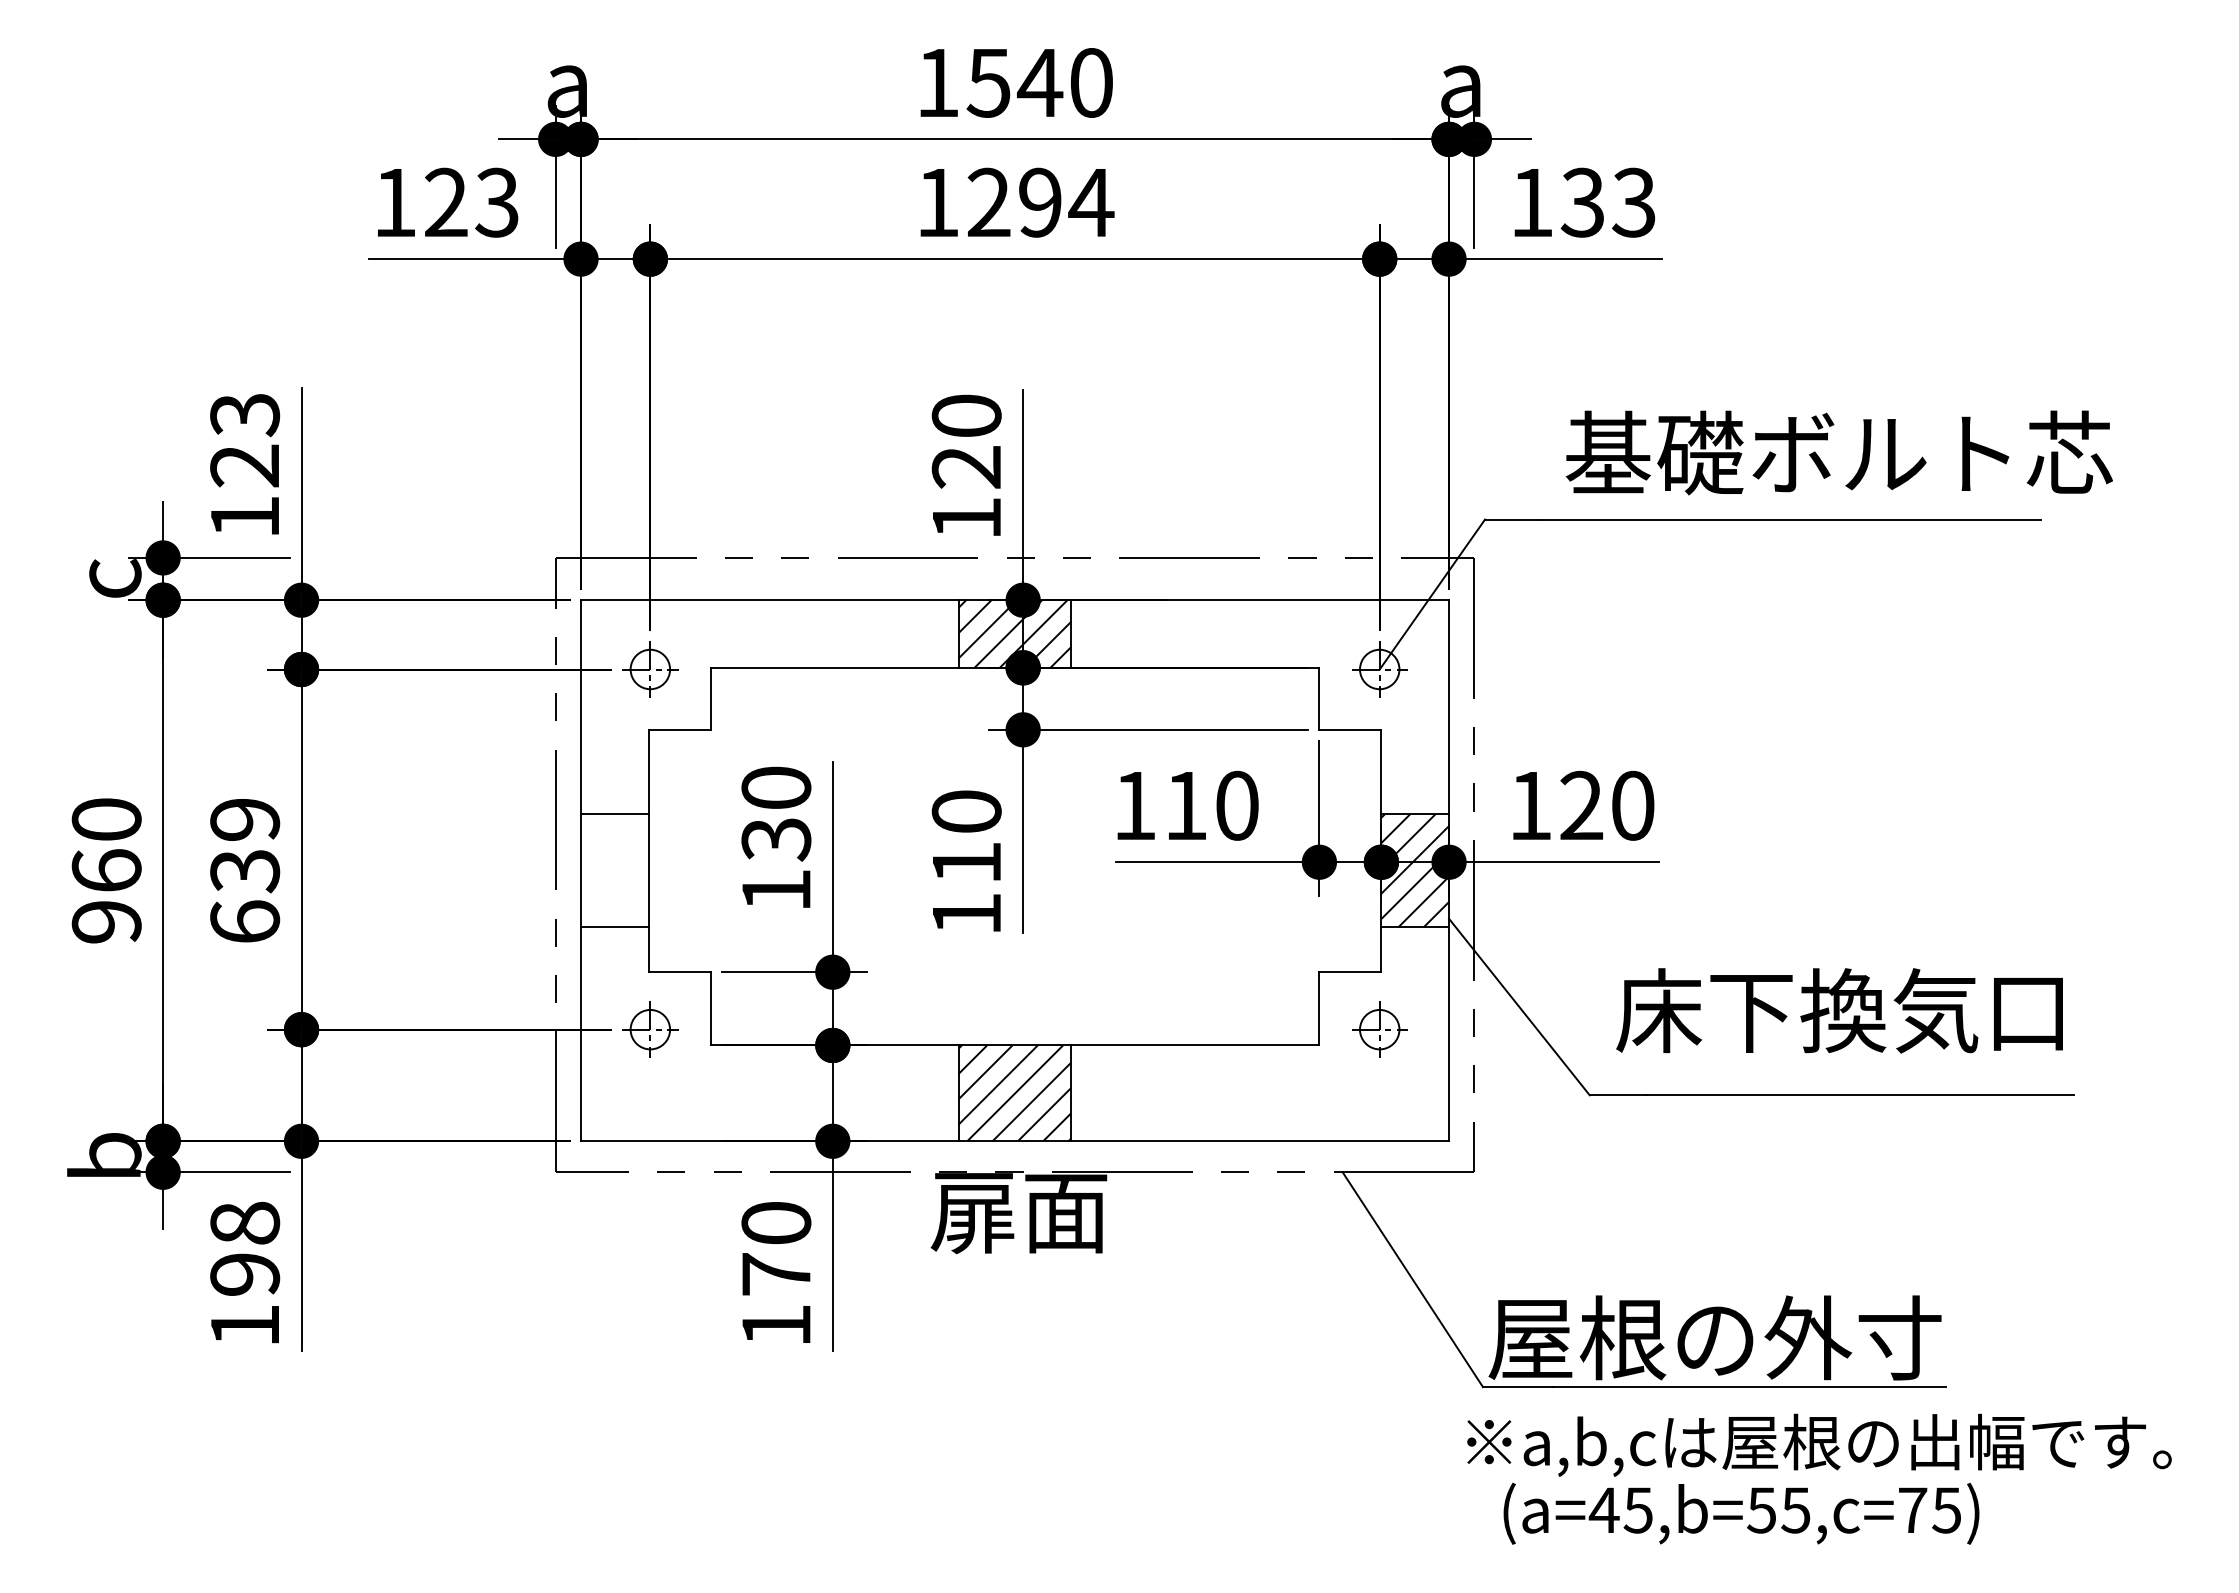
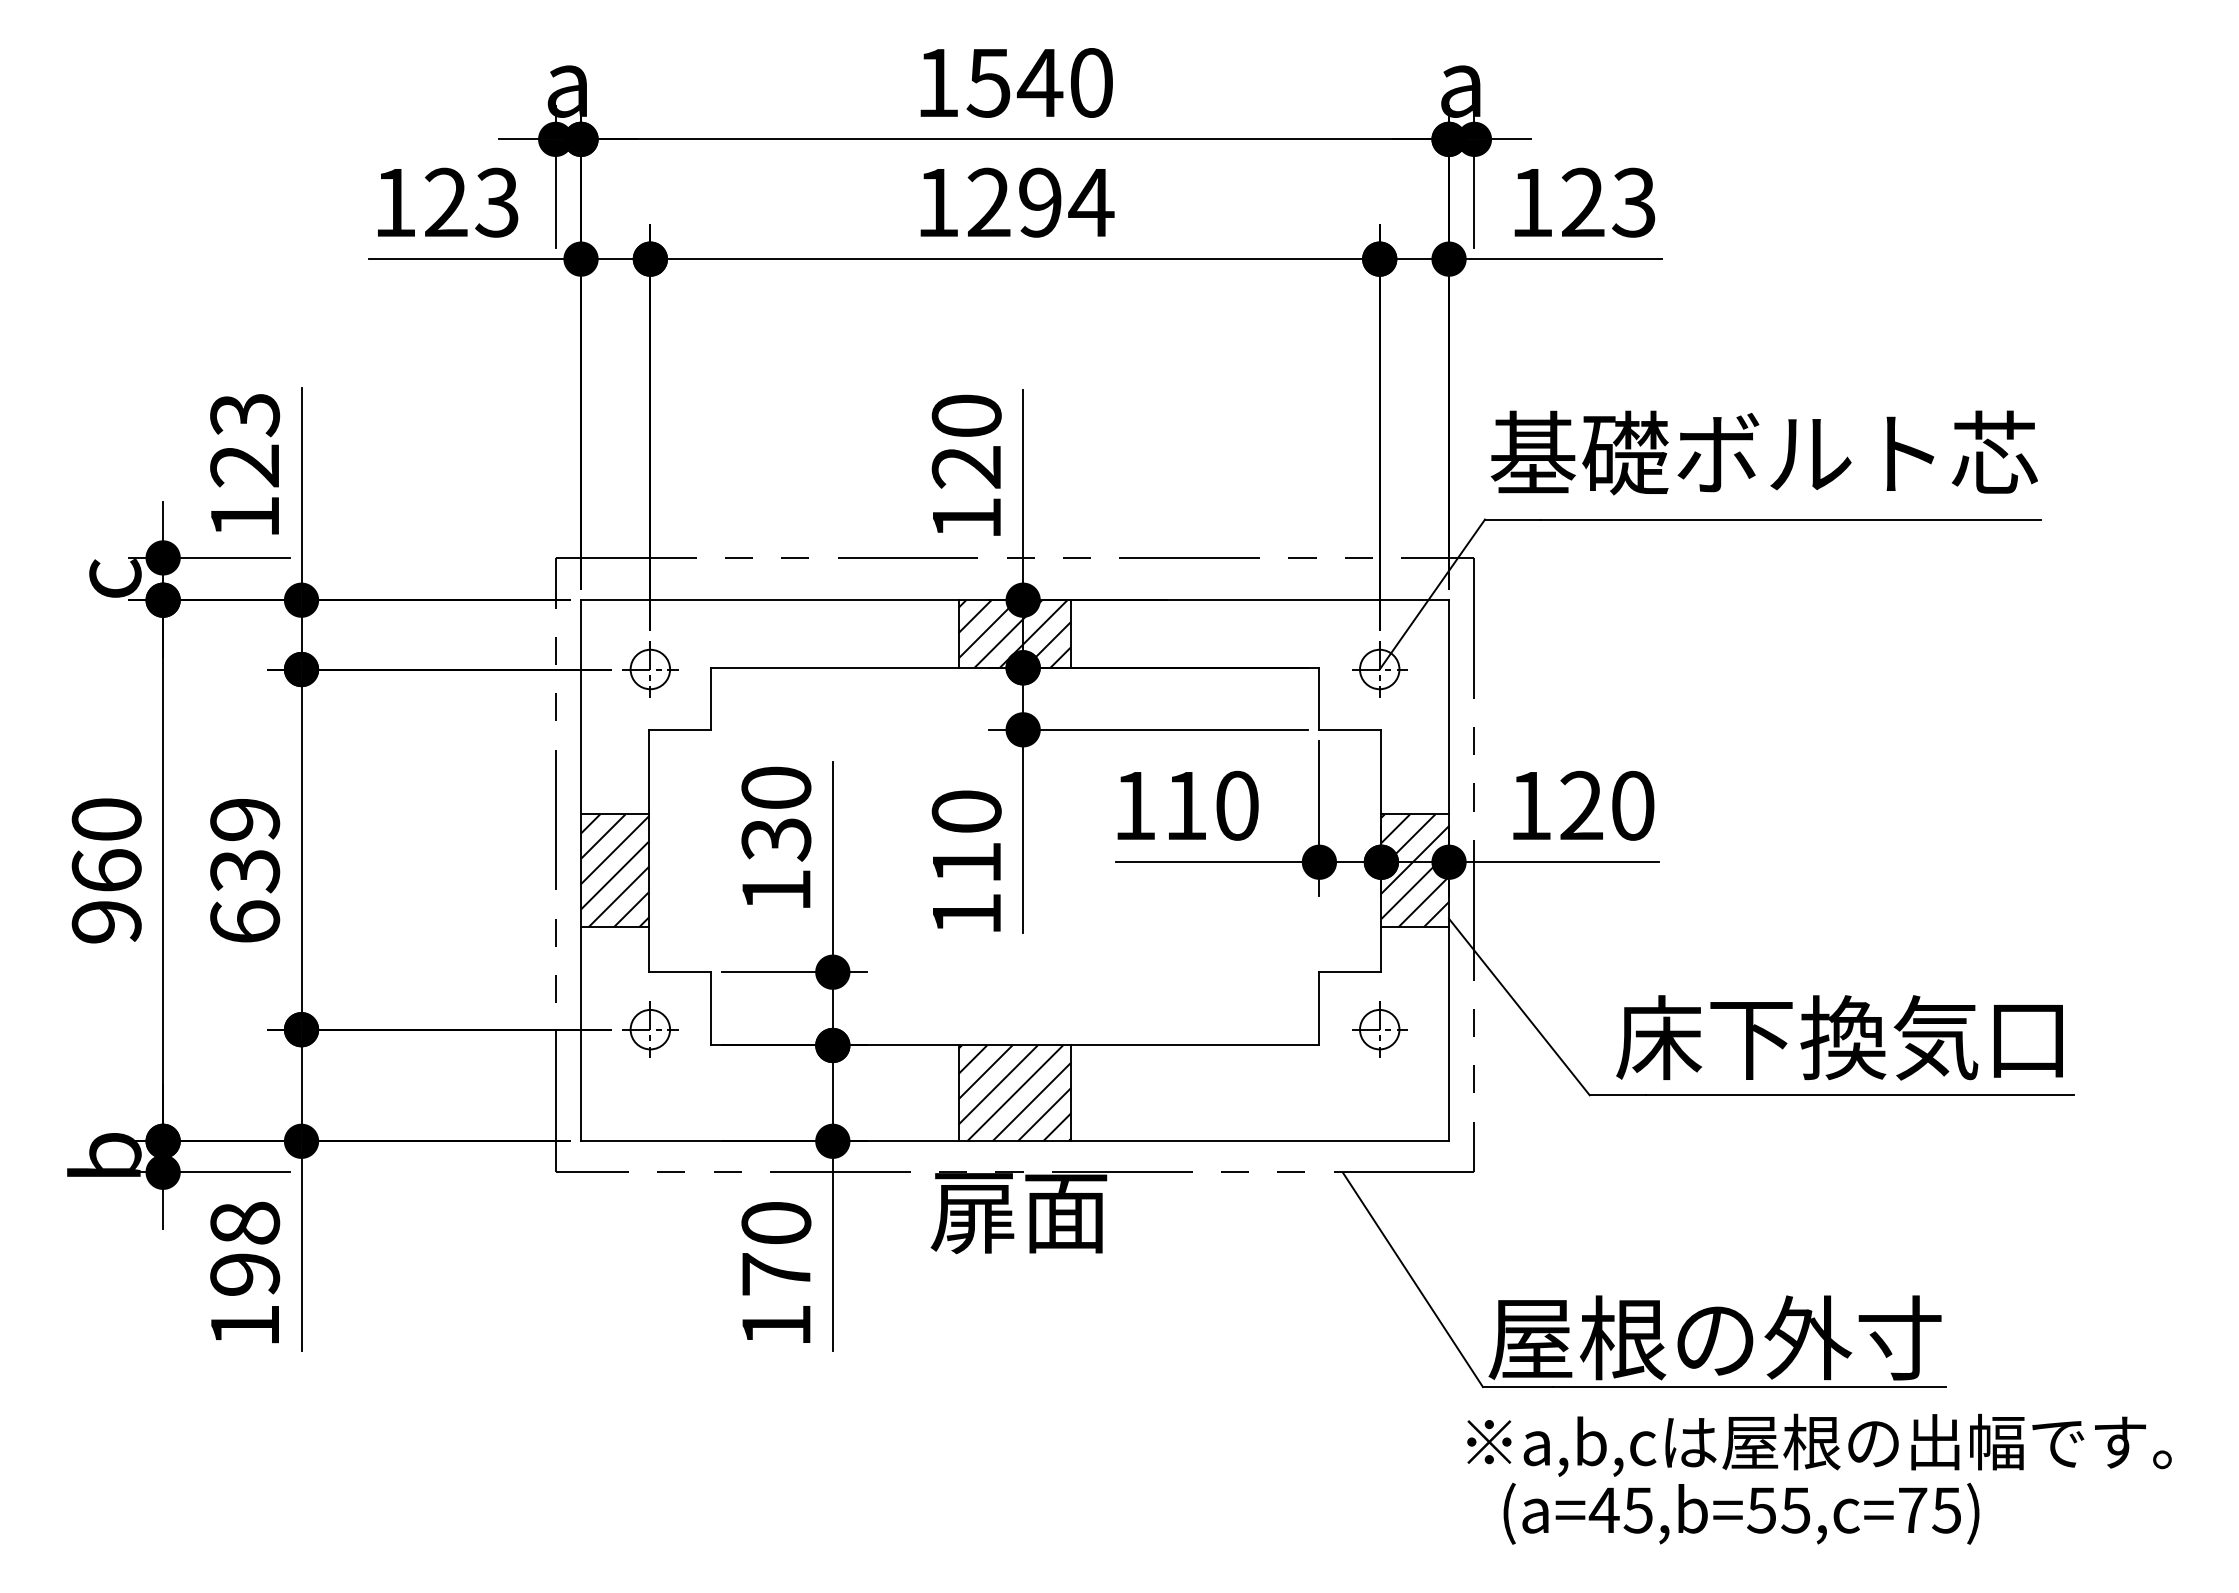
text at (1582, 202): 133 -> 123
text at (1838, 452) position: (1838, 452) -> (1763, 452)
hatch at (614, 870): none -> present
text at (1839, 1010) position: (1839, 1010) -> (1839, 1037)
